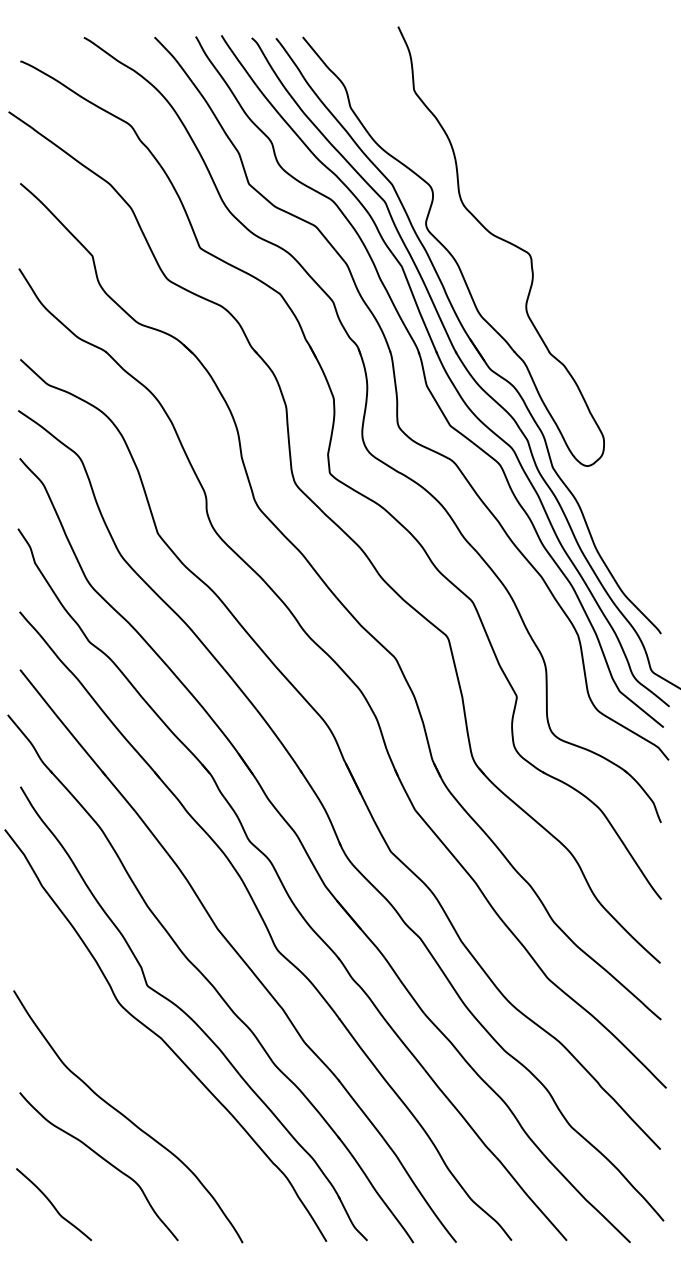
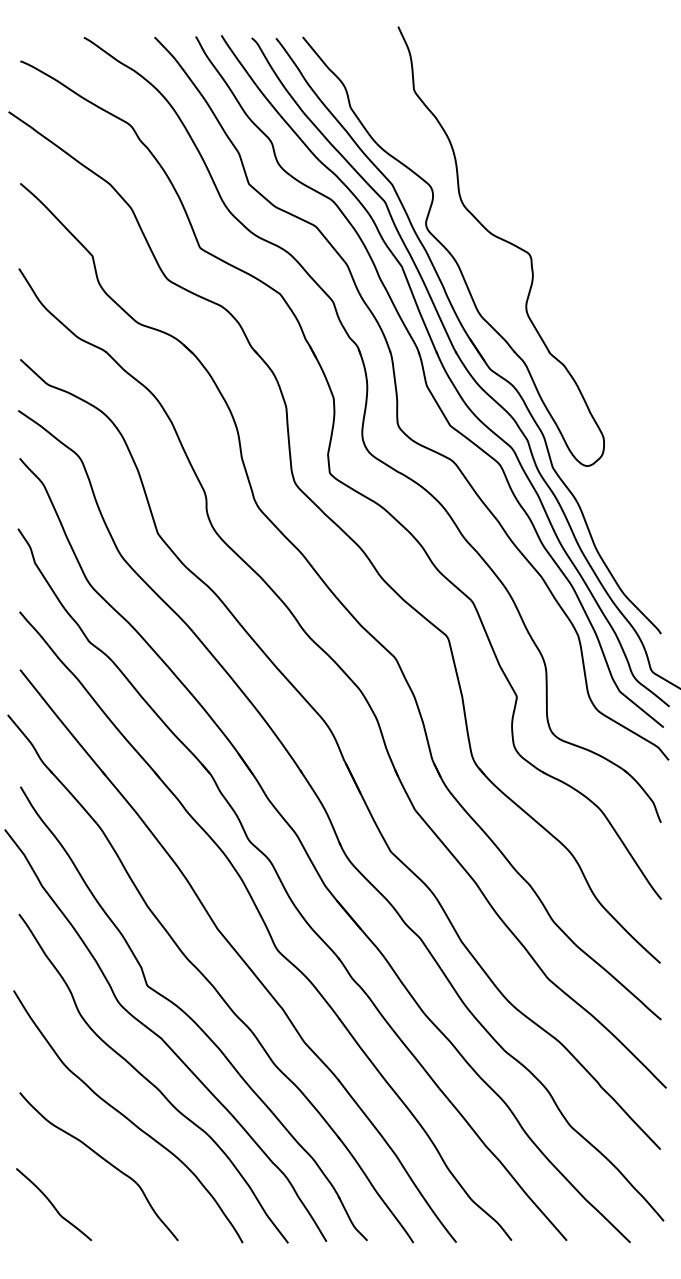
curve at (150, 1081): none -> present
